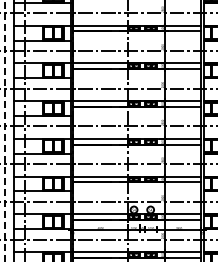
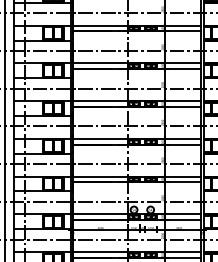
line at (5, 130): dashed -> solid
